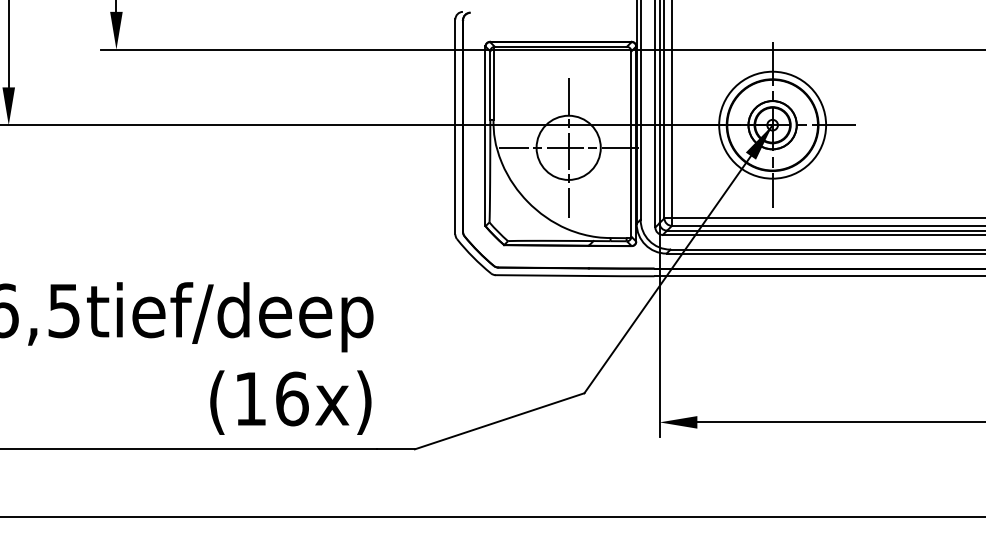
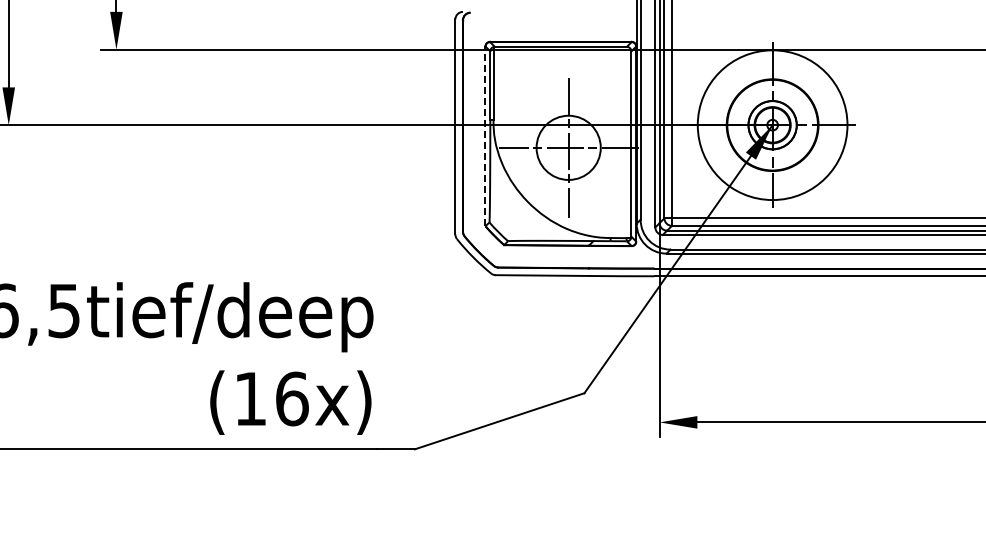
circle at (772, 124) diameter: 107 px -> 150 px
line at (485, 136): solid -> dashed
line at (492, 516): present -> none
